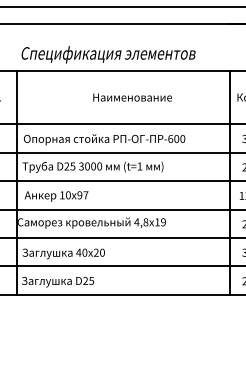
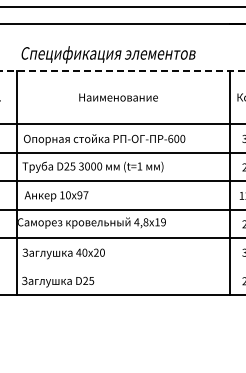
line at (123, 70): solid -> dashed
text at (132, 97) position: (132, 97) -> (118, 97)
line at (122, 266): present -> none
